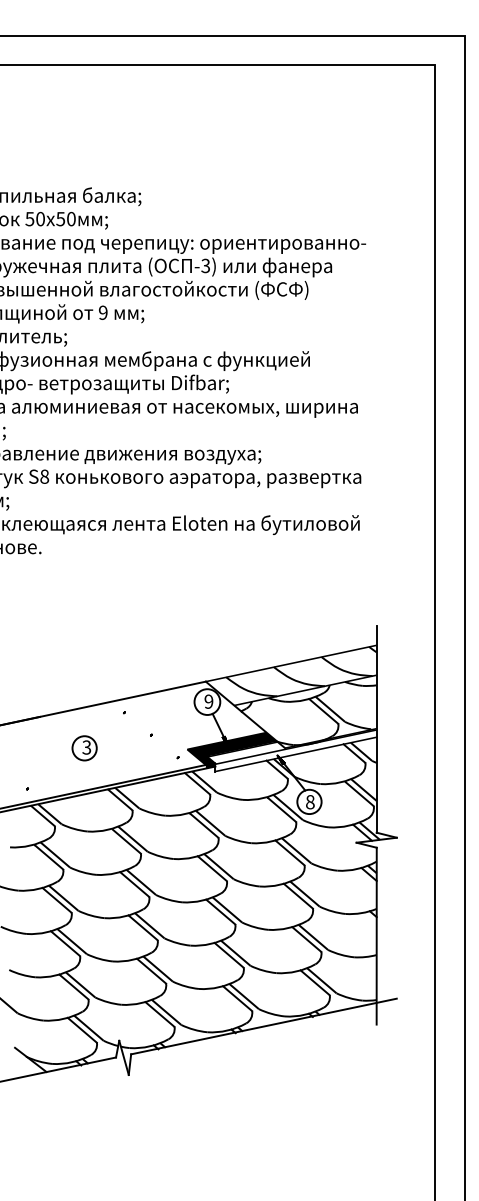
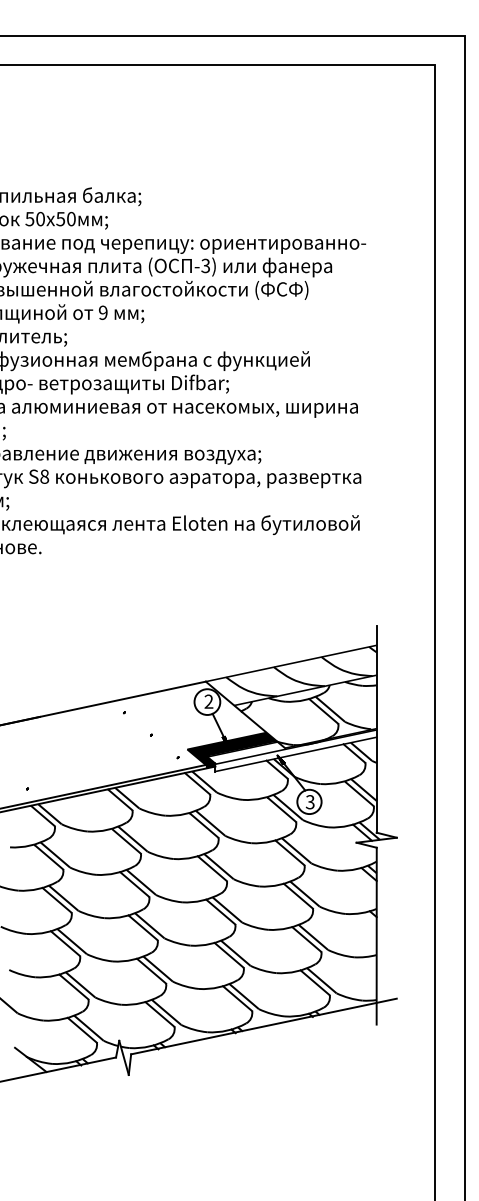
text at (208, 701): 9 -> 2
part at (84, 748): present -> none
text at (309, 802): 8 -> 3
